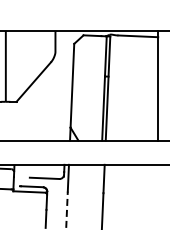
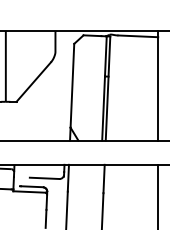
line at (158, 195): none -> present
line at (66, 210): dashed -> solid
